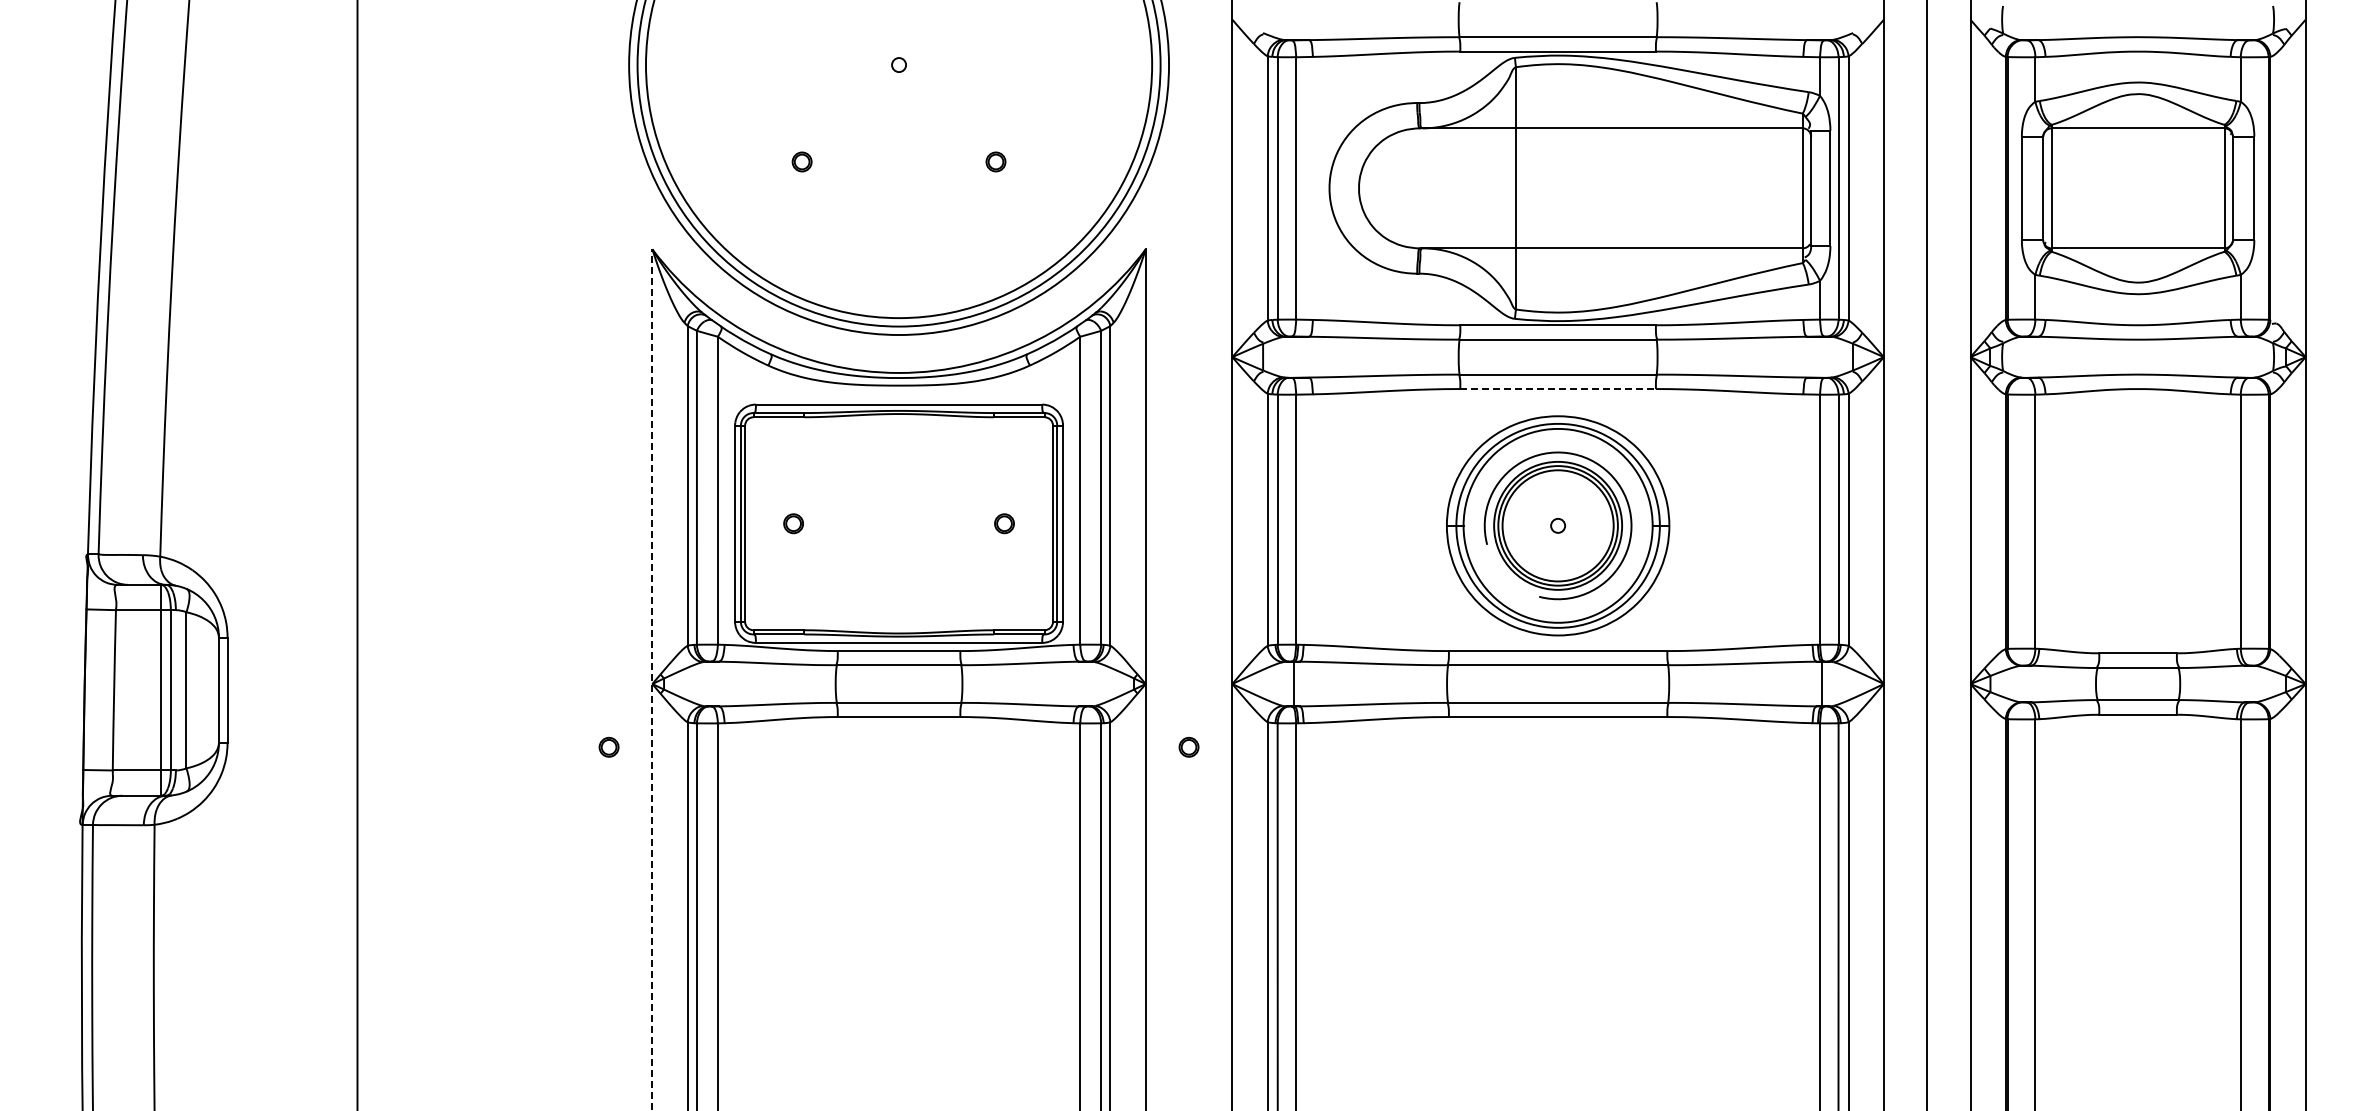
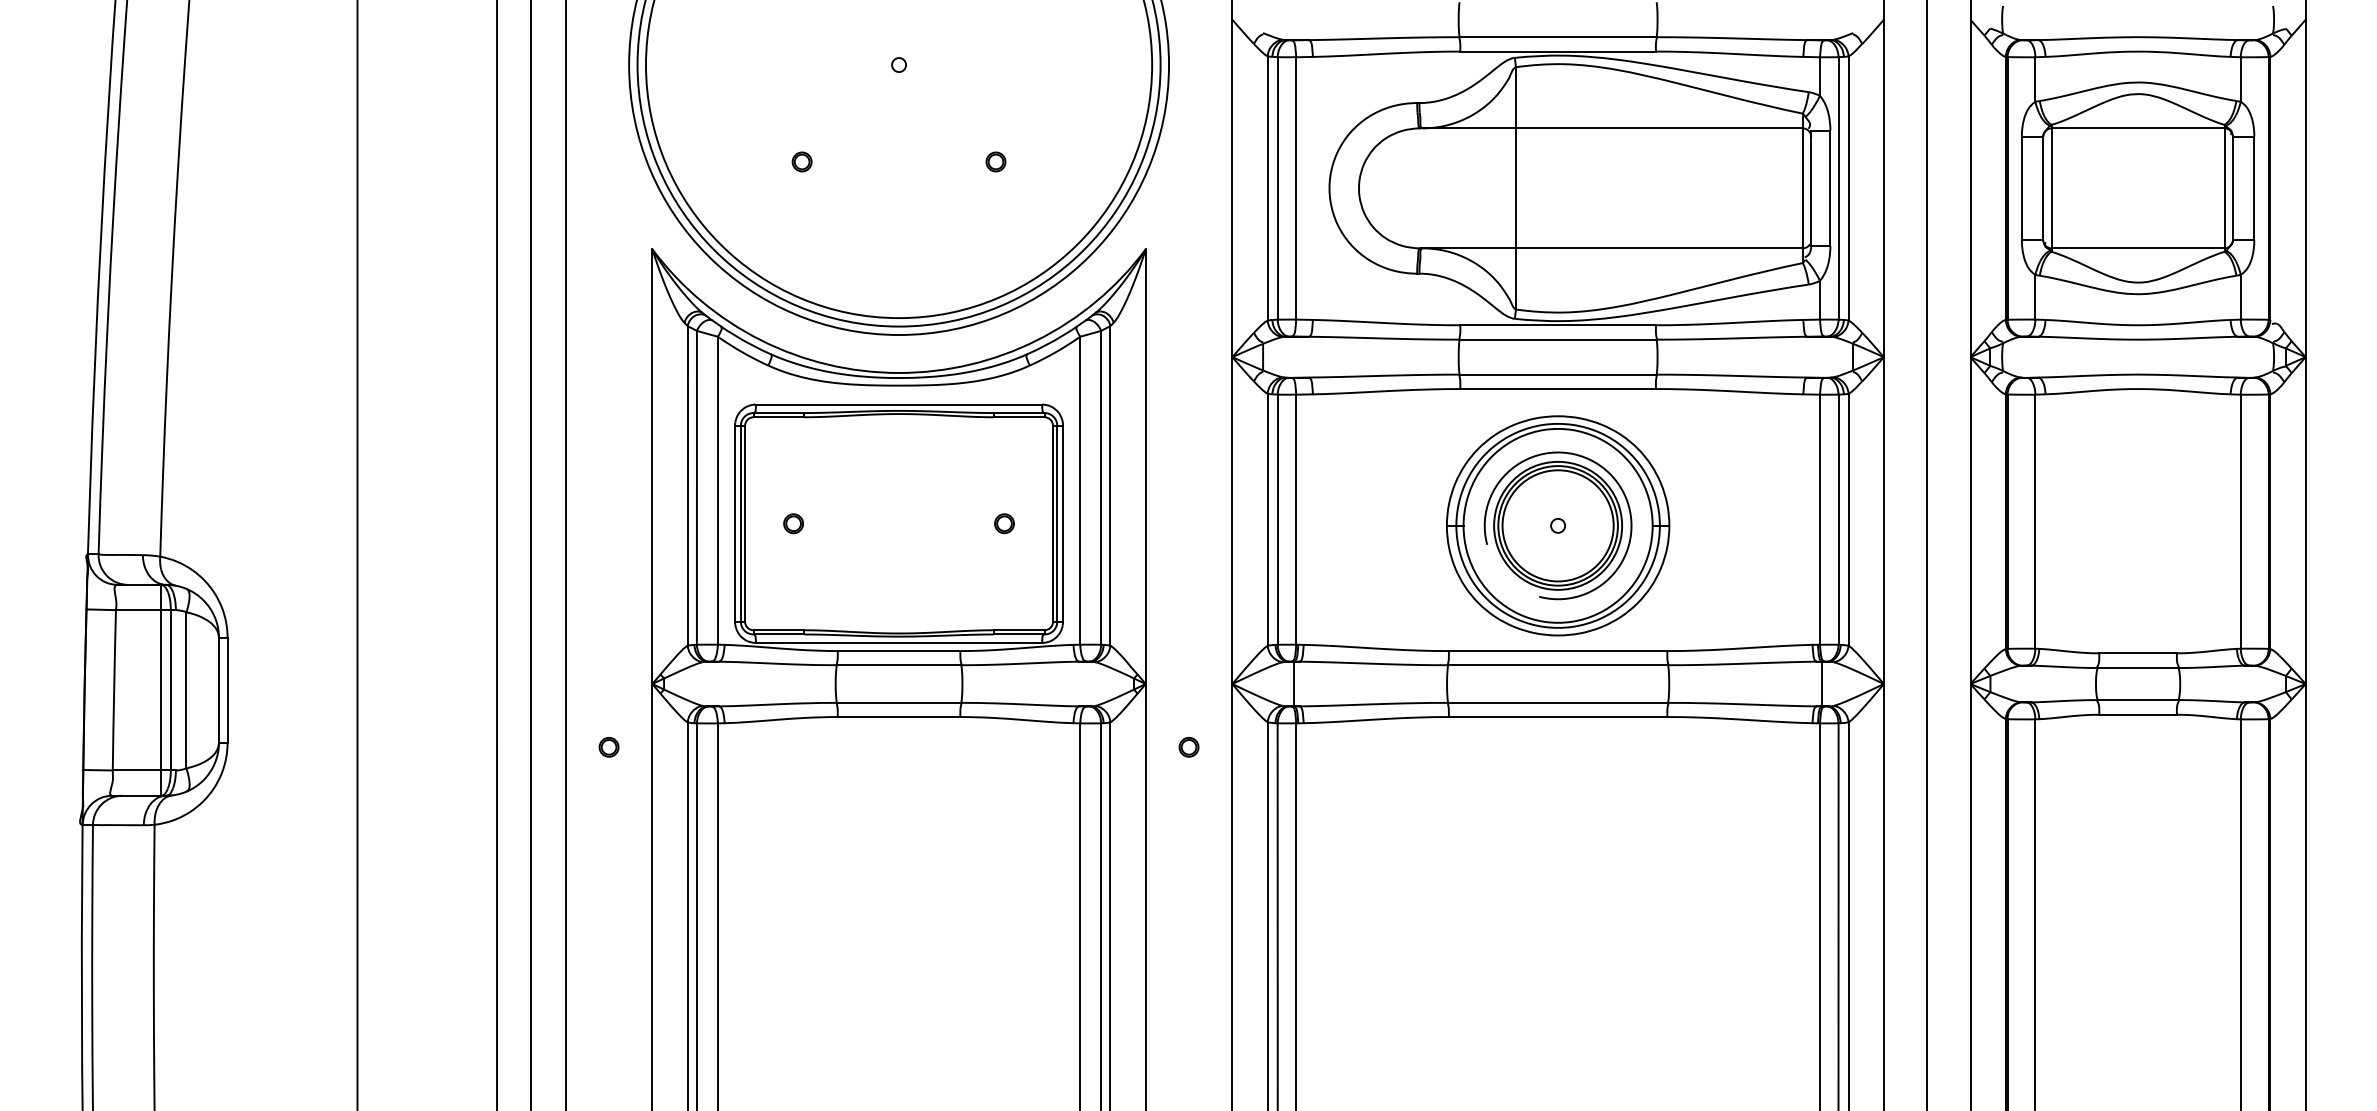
line at (1558, 389): dashed -> solid
line at (497, 554): none -> present
line at (530, 554): none -> present
line at (565, 554): none -> present
line at (652, 679): dashed -> solid
